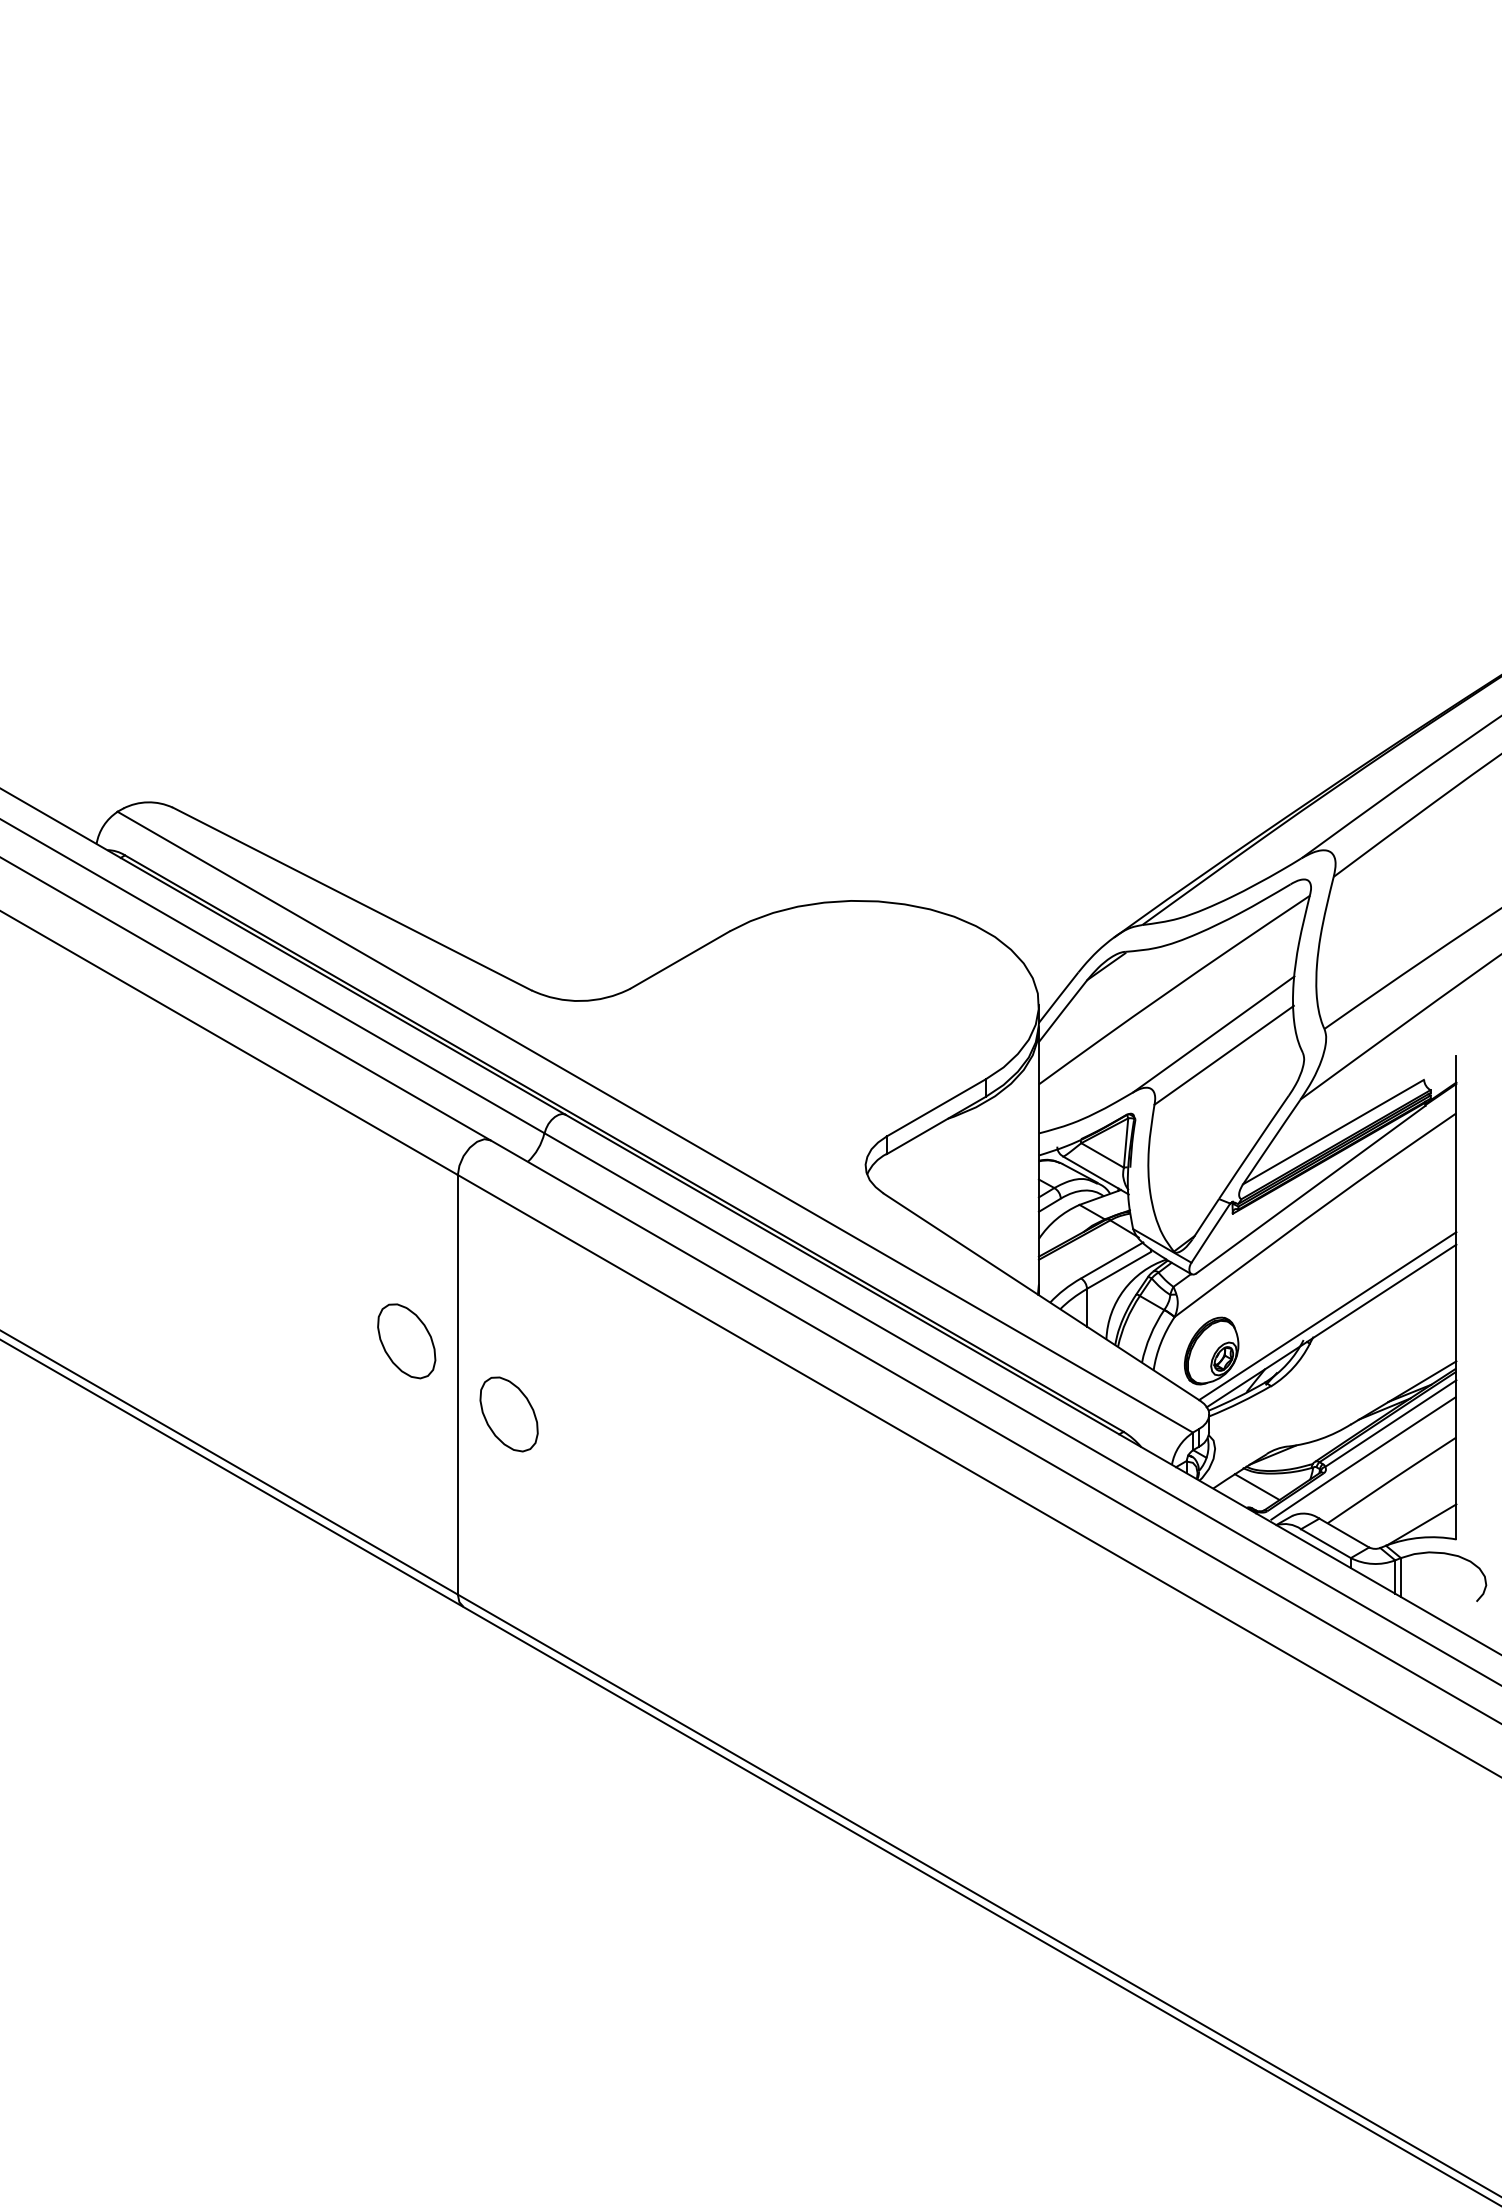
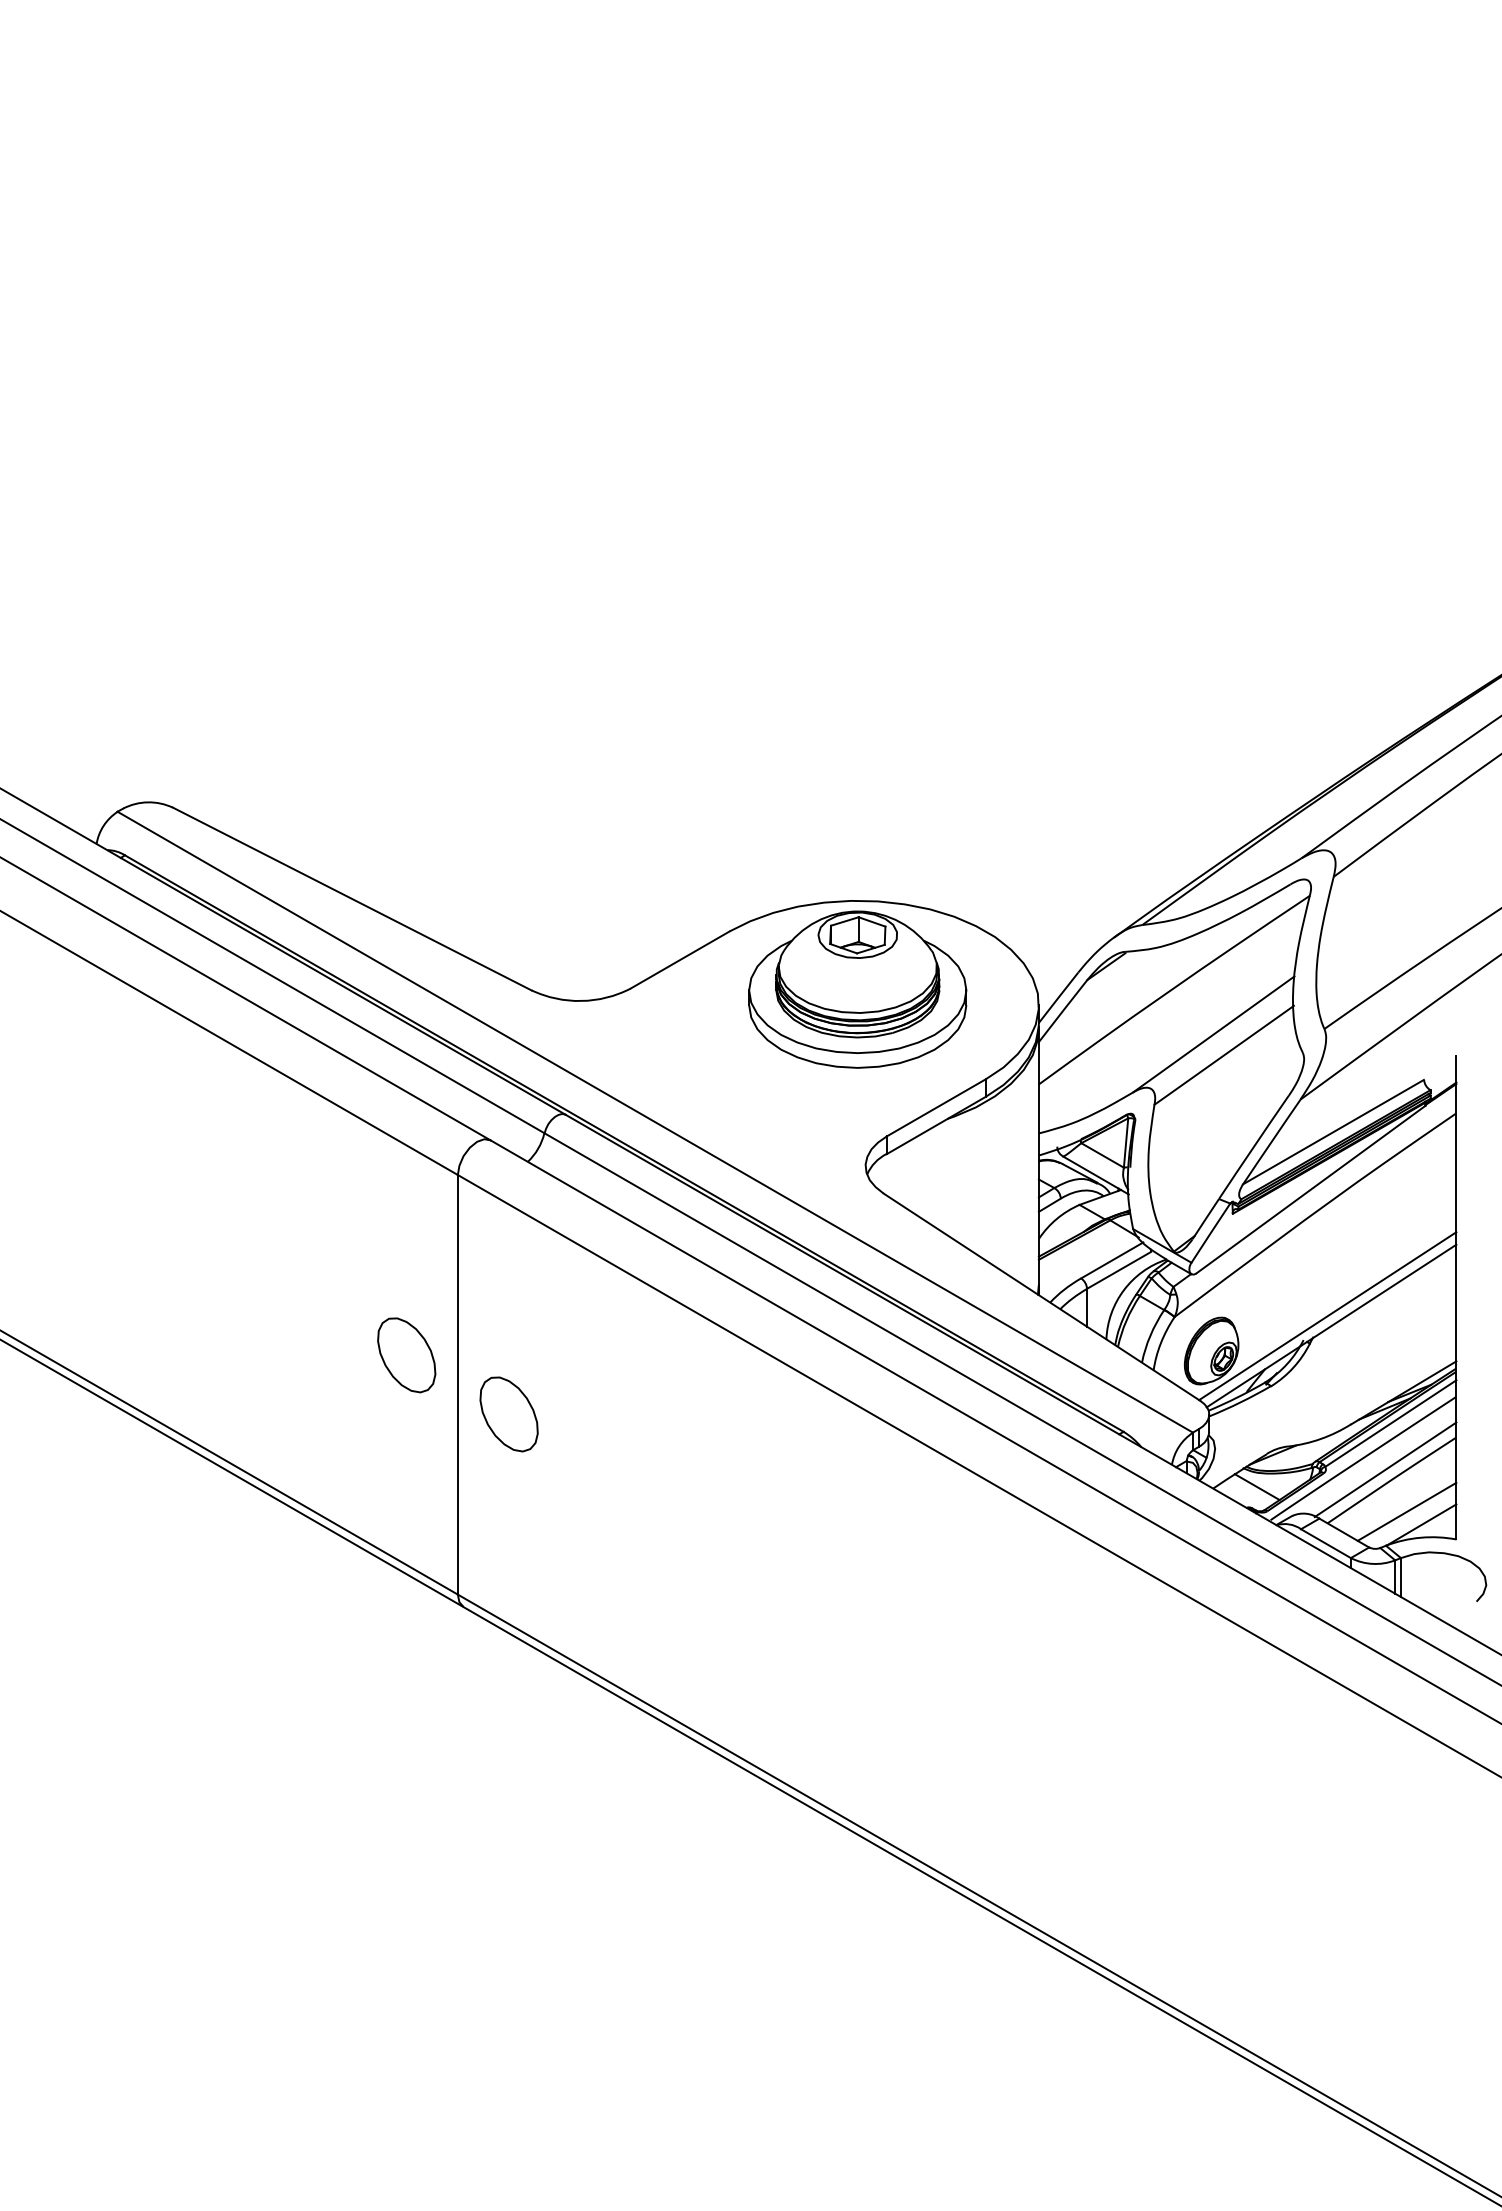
part at (857, 989): none -> present
part at (406, 1341) position: (406, 1341) -> (406, 1355)
line at (1385, 1469): none -> present
line at (1406, 1511): none -> present
